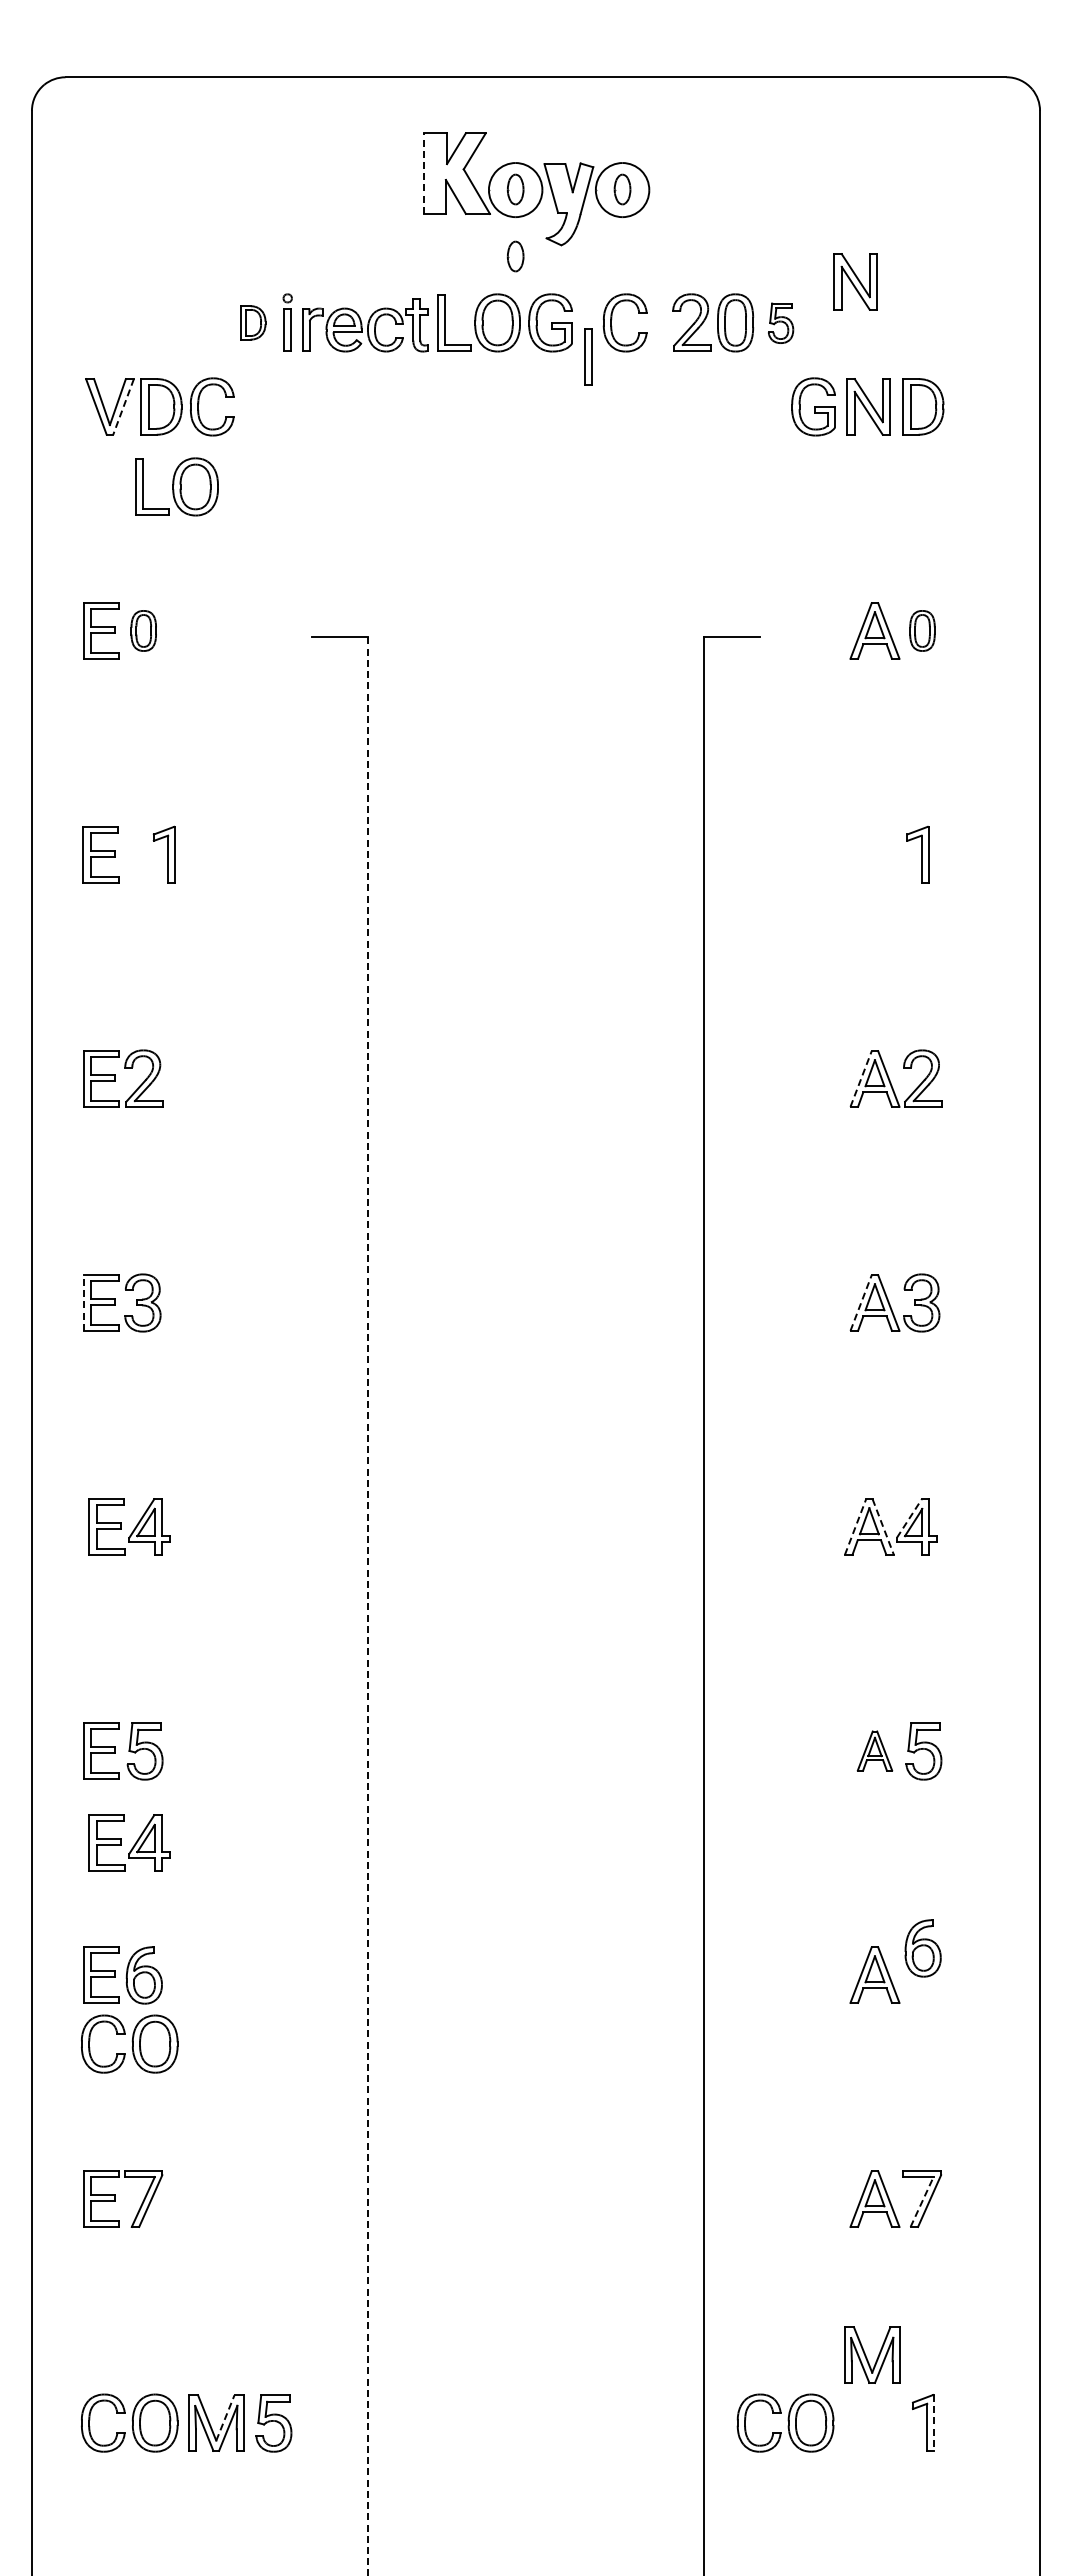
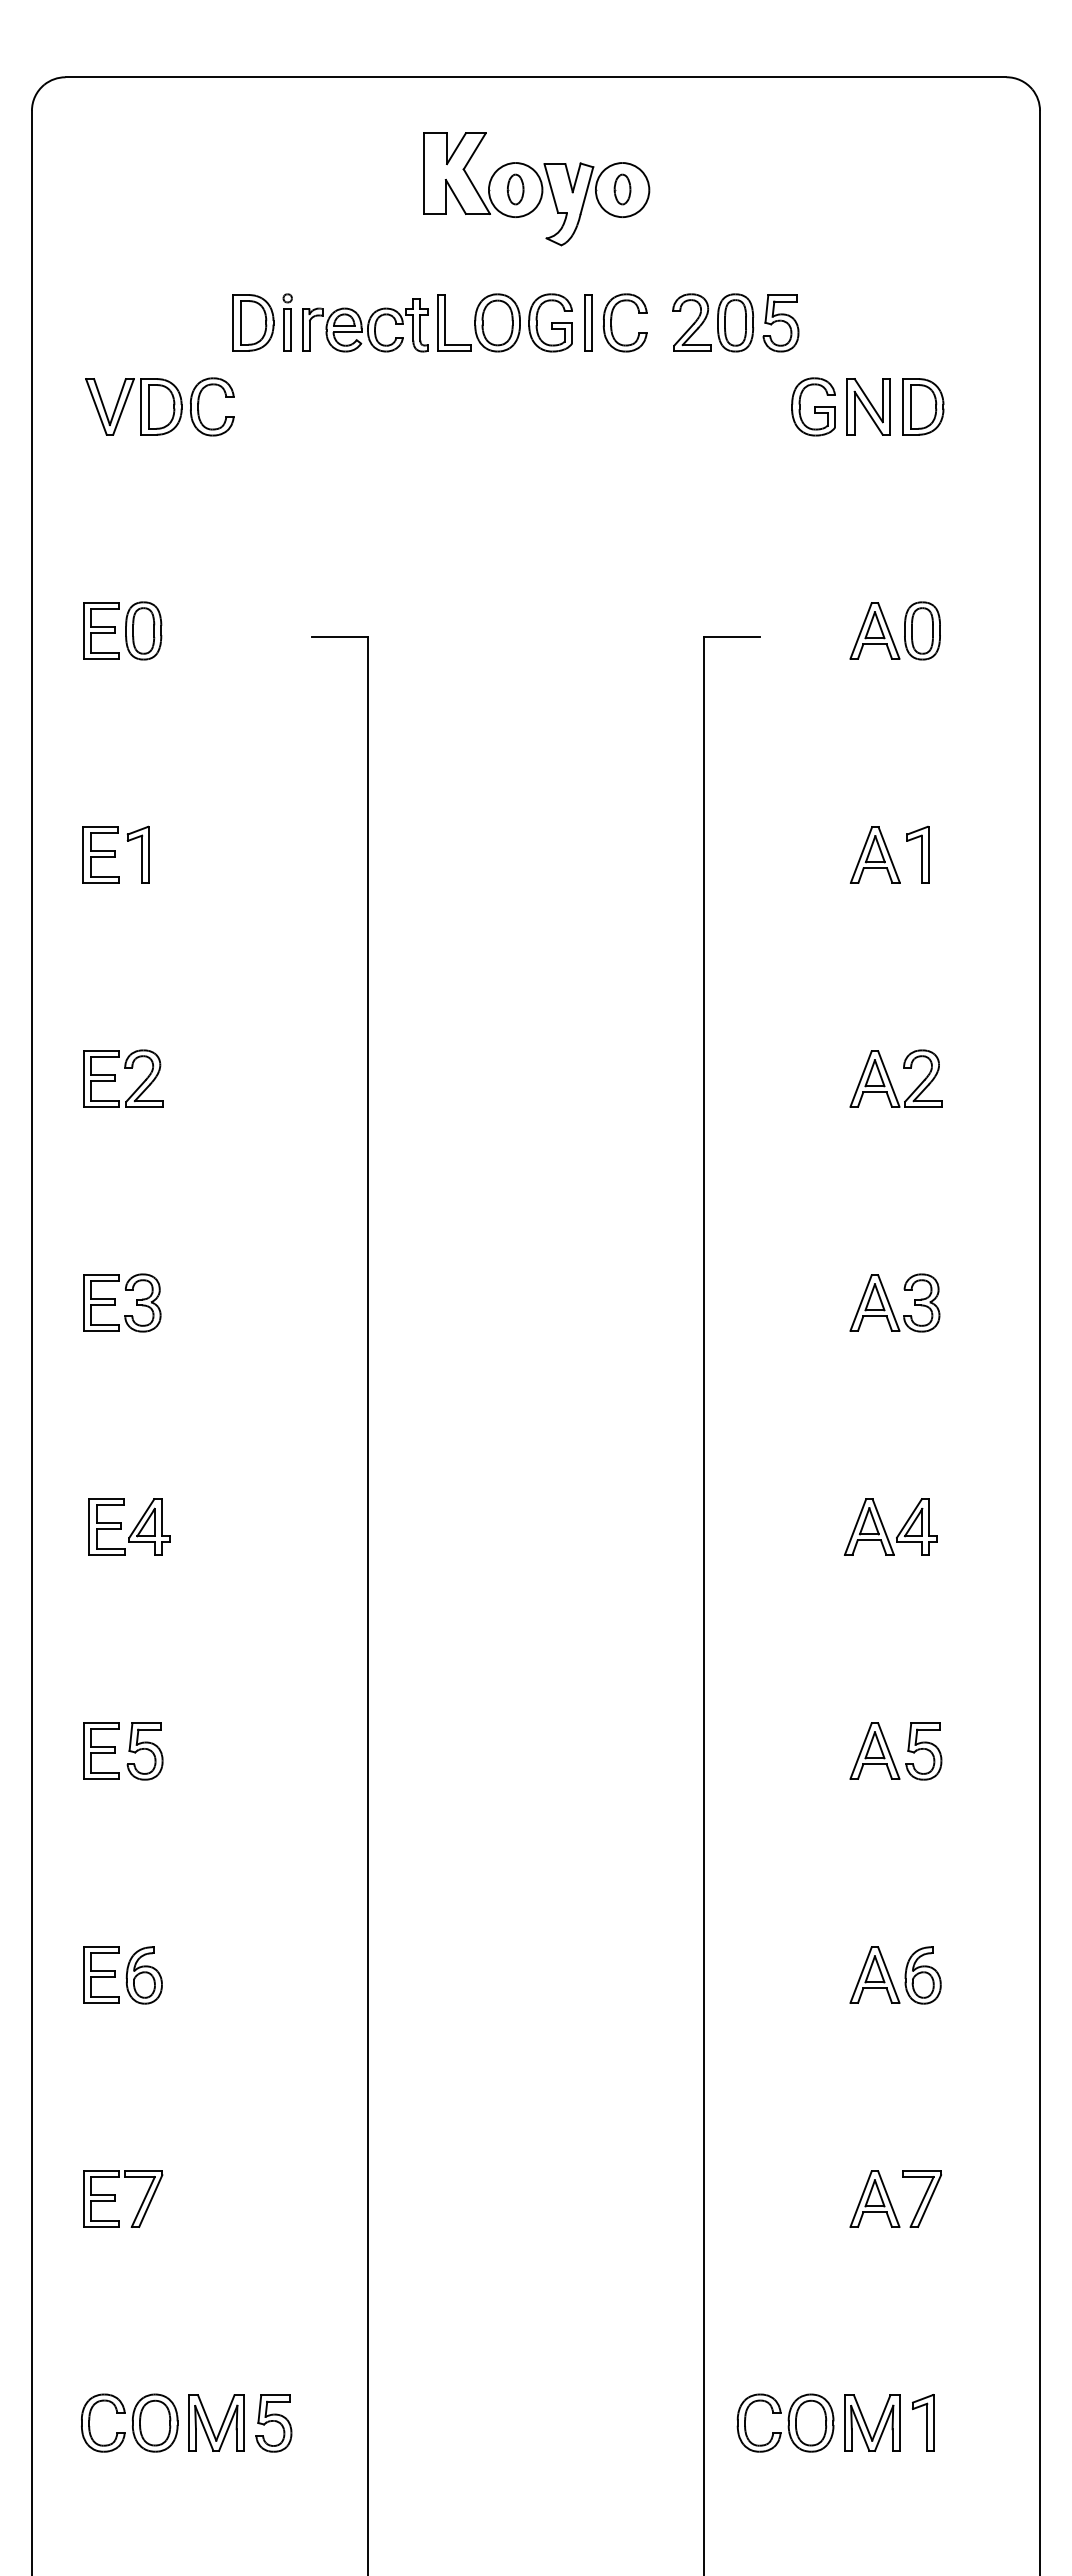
line at (423, 173): dashed -> solid
part at (515, 256): present -> none
part at (855, 281): present -> none
part at (253, 322) size: 27x36 px -> 43x58 px
part at (781, 322) size: 27x42 px -> 38x59 px
part at (588, 356) position: (588, 356) -> (588, 322)
line at (123, 406): dashed -> solid
part at (176, 486): present -> none
part at (143, 630) size: 27x42 px -> 38x60 px
part at (922, 630) size: 27x42 px -> 37x60 px
part at (163, 854) position: (163, 854) -> (137, 854)
part at (874, 854): none -> present
line at (861, 1079): dashed -> solid
line at (83, 1303): dashed -> solid
line at (861, 1303): dashed -> solid
line at (909, 1518): dashed -> solid
line at (855, 1527): dashed -> solid
line at (883, 1527): dashed -> solid
line at (367, 1606): dashed -> solid
part at (874, 1750) size: 38x42 px -> 52x58 px
part at (129, 1842): present -> none
part at (922, 1948) position: (922, 1948) -> (922, 1975)
part at (129, 2043): present -> none
line at (922, 2201): dashed -> solid
part at (872, 2354) position: (872, 2354) -> (872, 2422)
line at (225, 2417): dashed -> solid
line at (934, 2422): dashed -> solid
